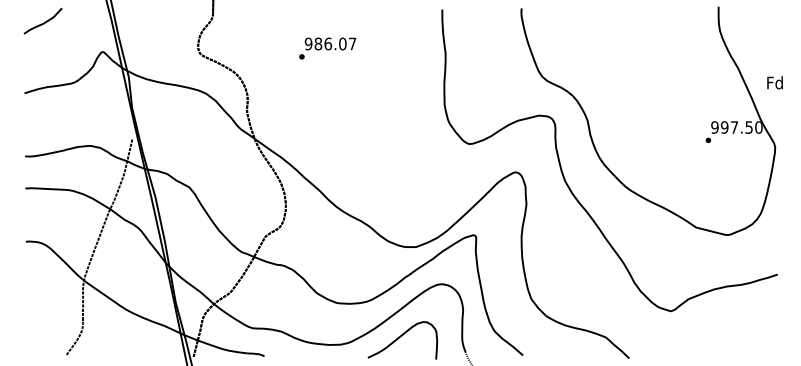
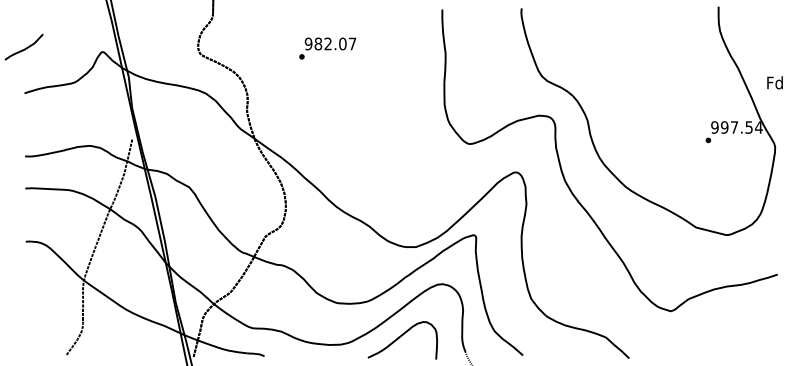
curve at (43, 22) position: (43, 22) -> (24, 48)
text at (328, 43): 986.07 -> 982.07
text at (758, 127): 997.50 -> 997.54
